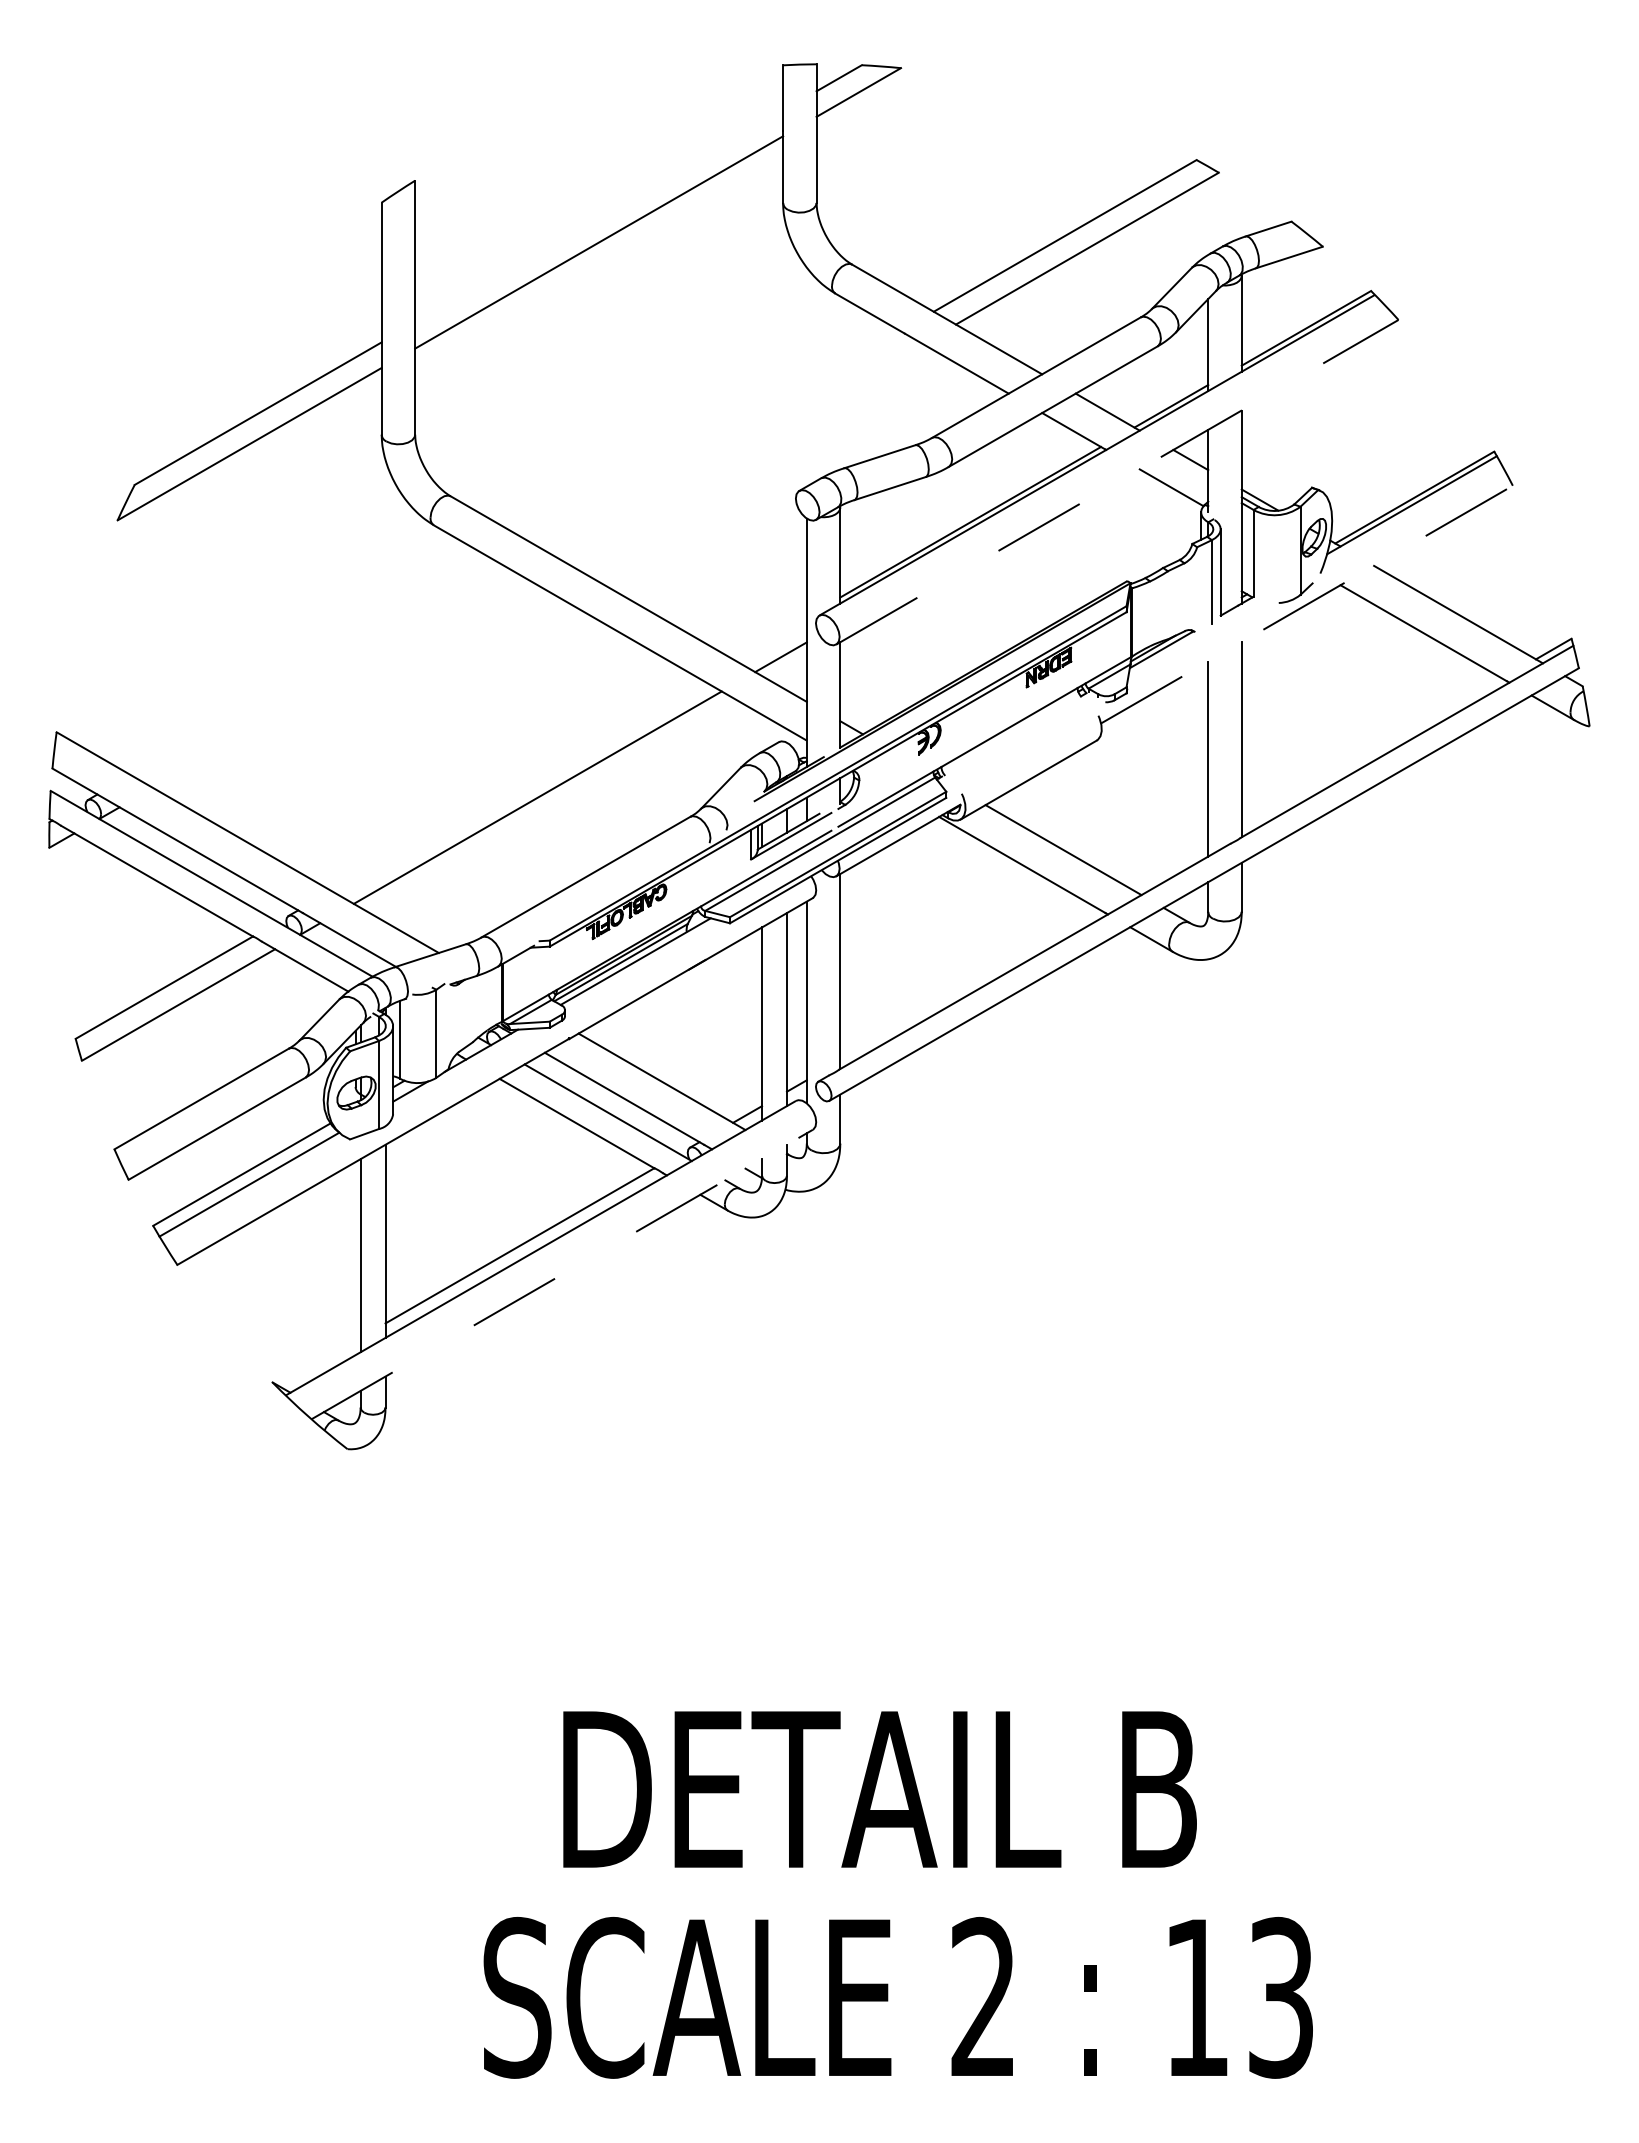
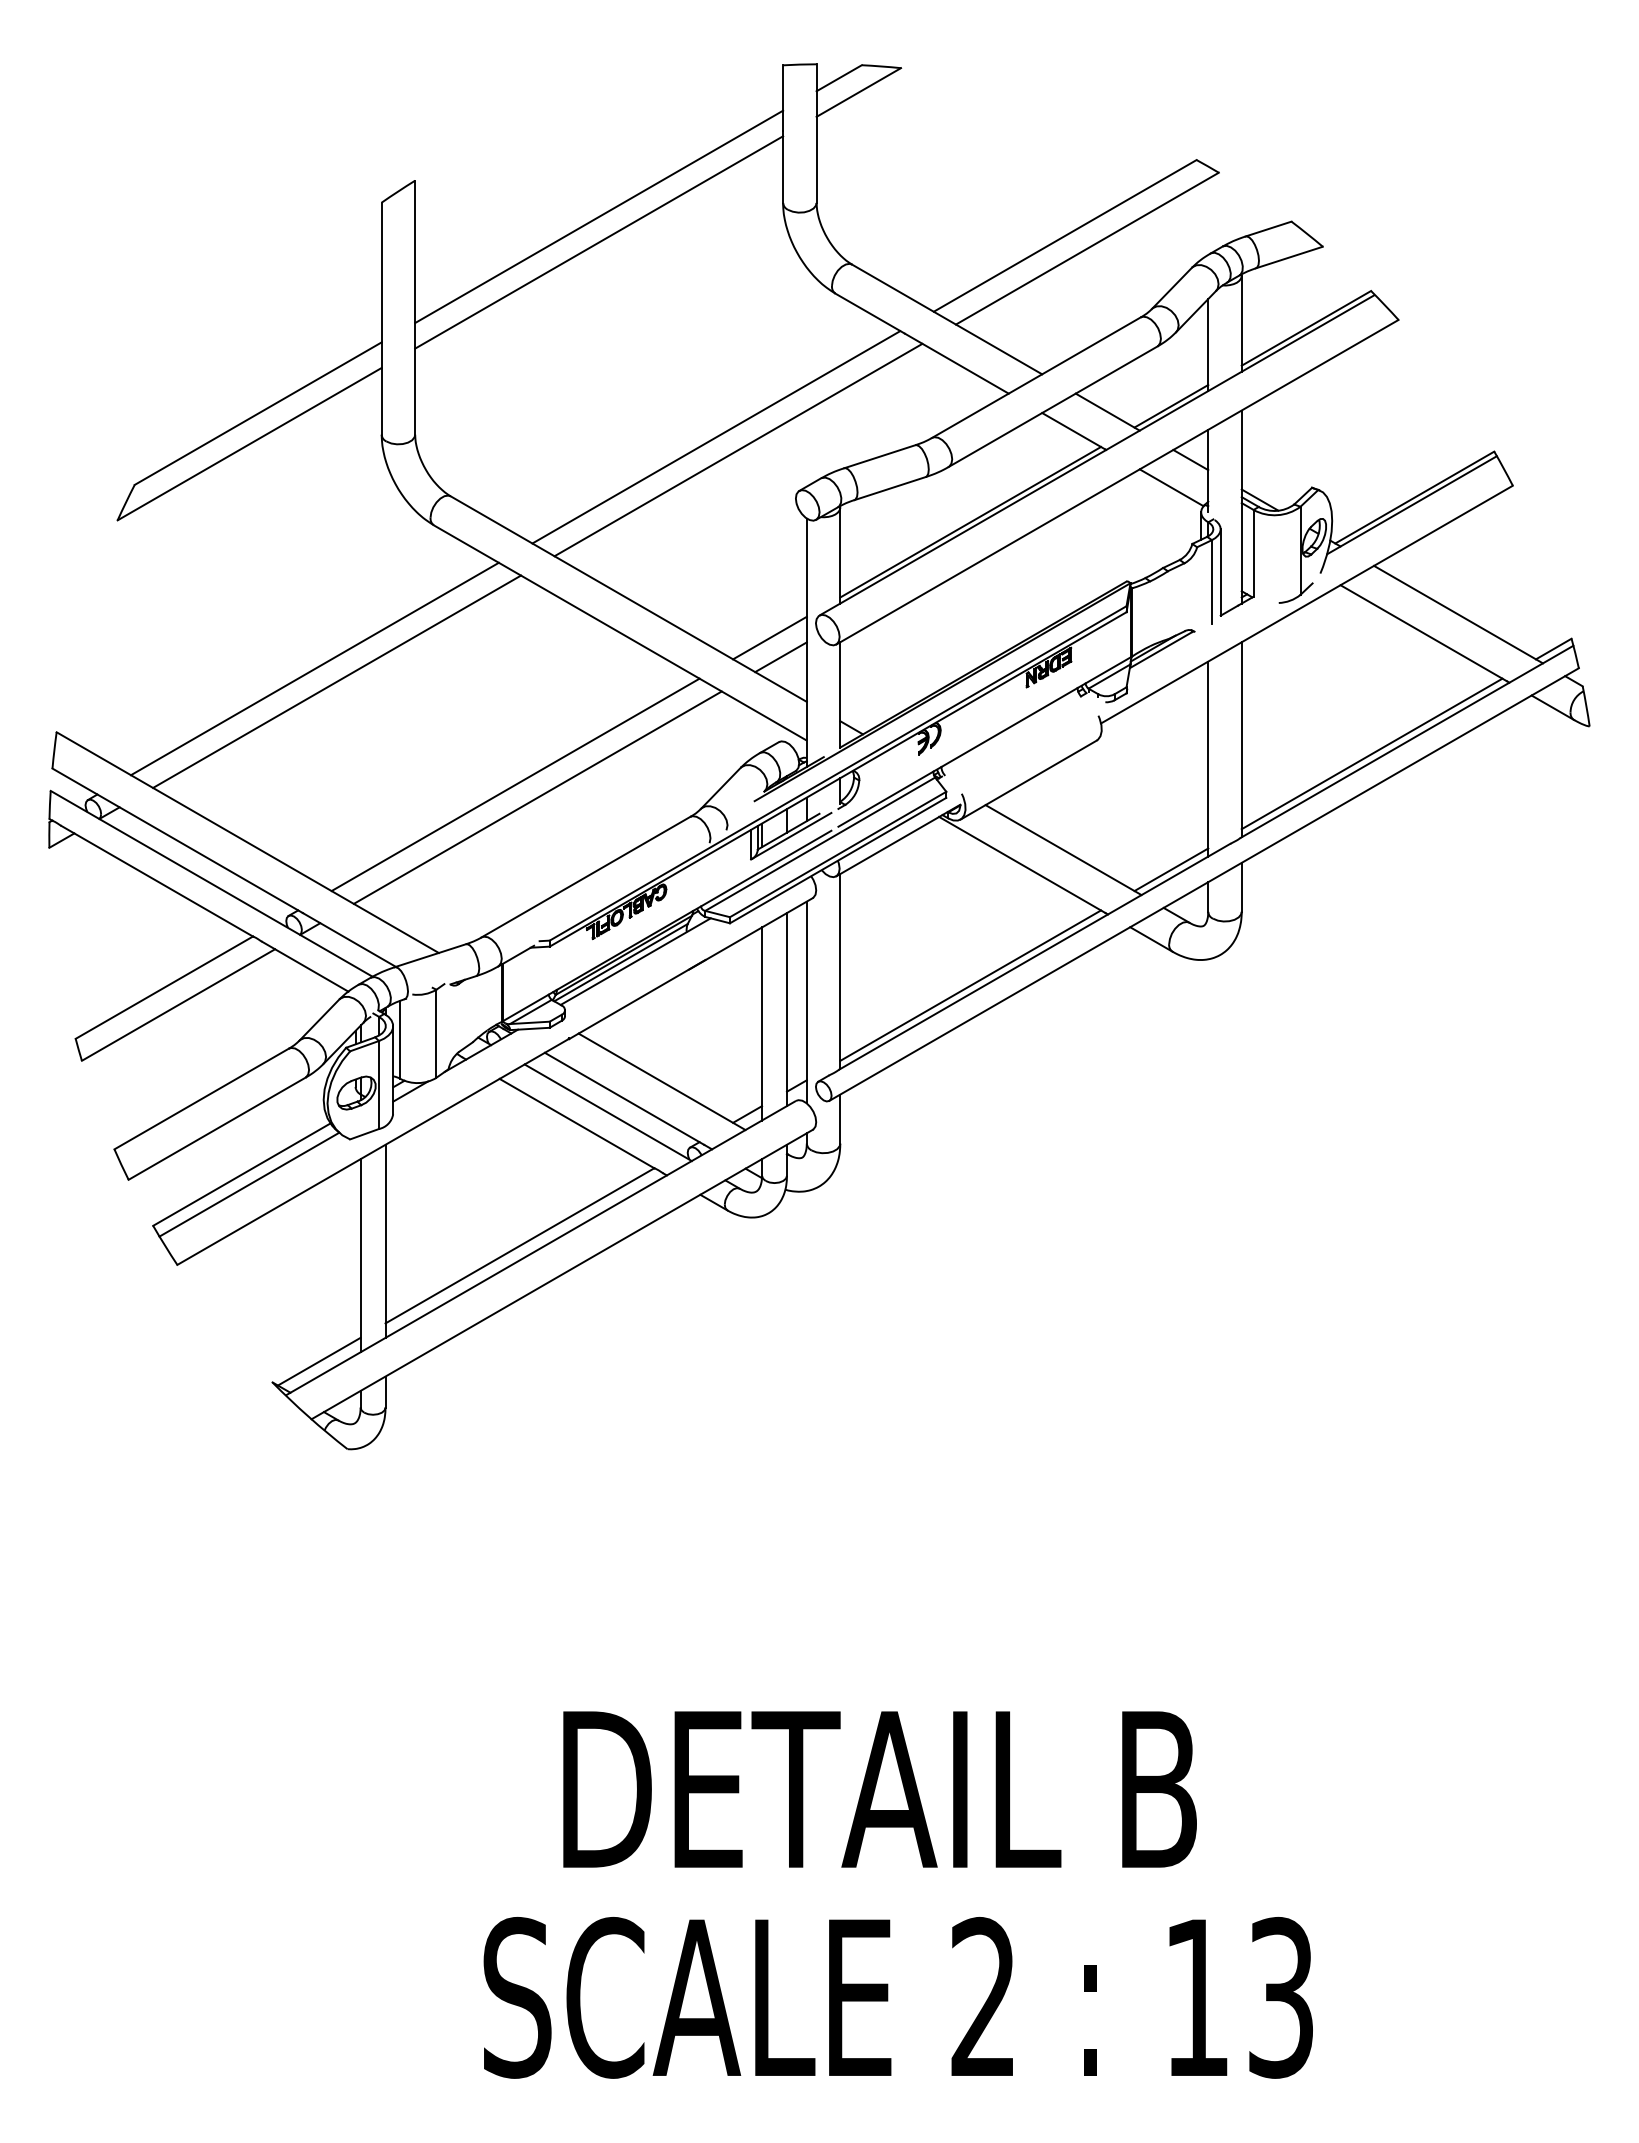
line at (599, 216): none -> present
line at (716, 437): none -> present
line at (738, 449): none -> present
line at (1117, 482): dashed -> solid
line at (1306, 604): dashed -> solid
line at (769, 637): none -> present
line at (314, 668): none -> present
line at (337, 681): none -> present
line at (1371, 753): none -> present
line at (515, 784): none -> present
line at (1171, 869): none -> present
line at (970, 985): none -> present
line at (562, 1274): dashed -> solid
line at (318, 1361): none -> present
